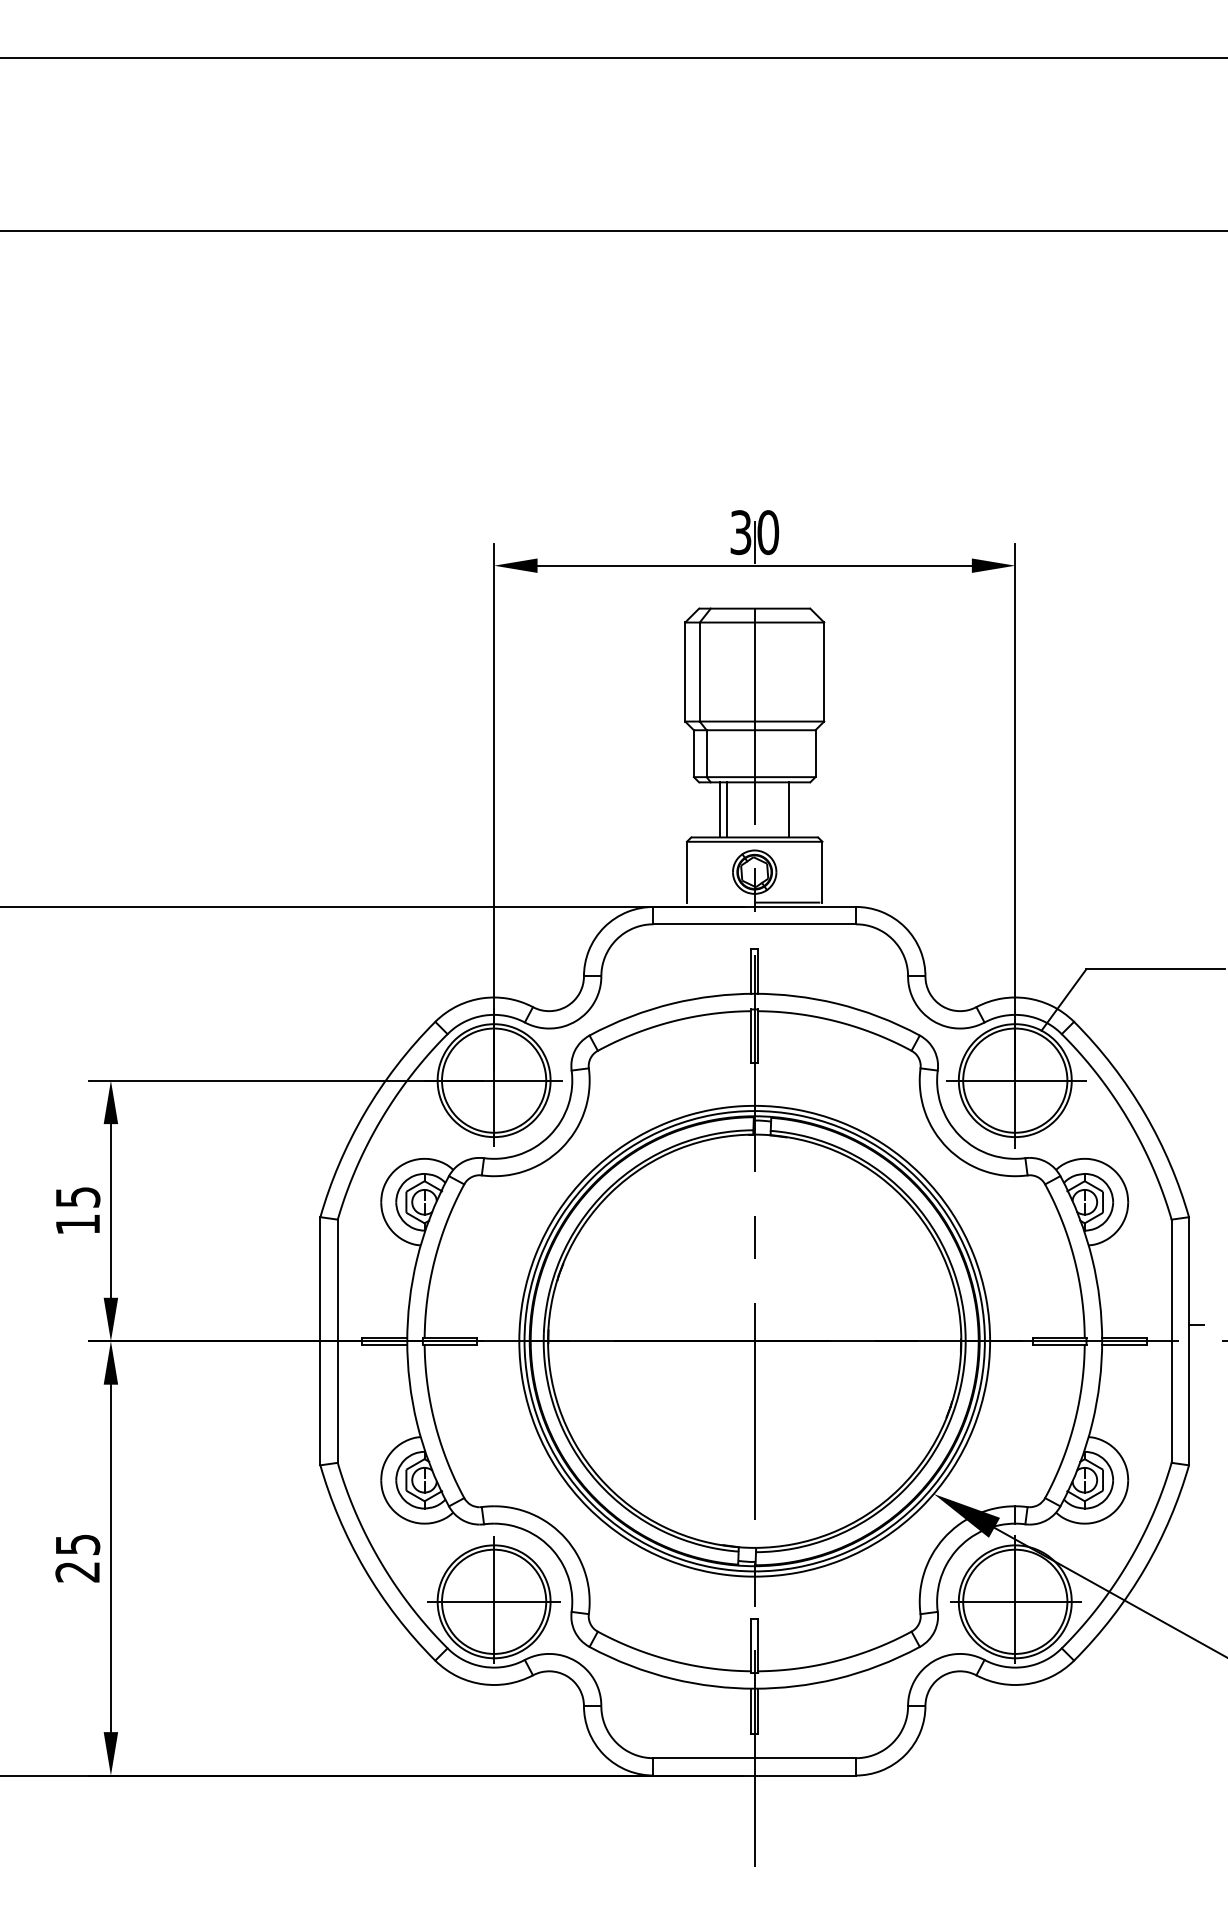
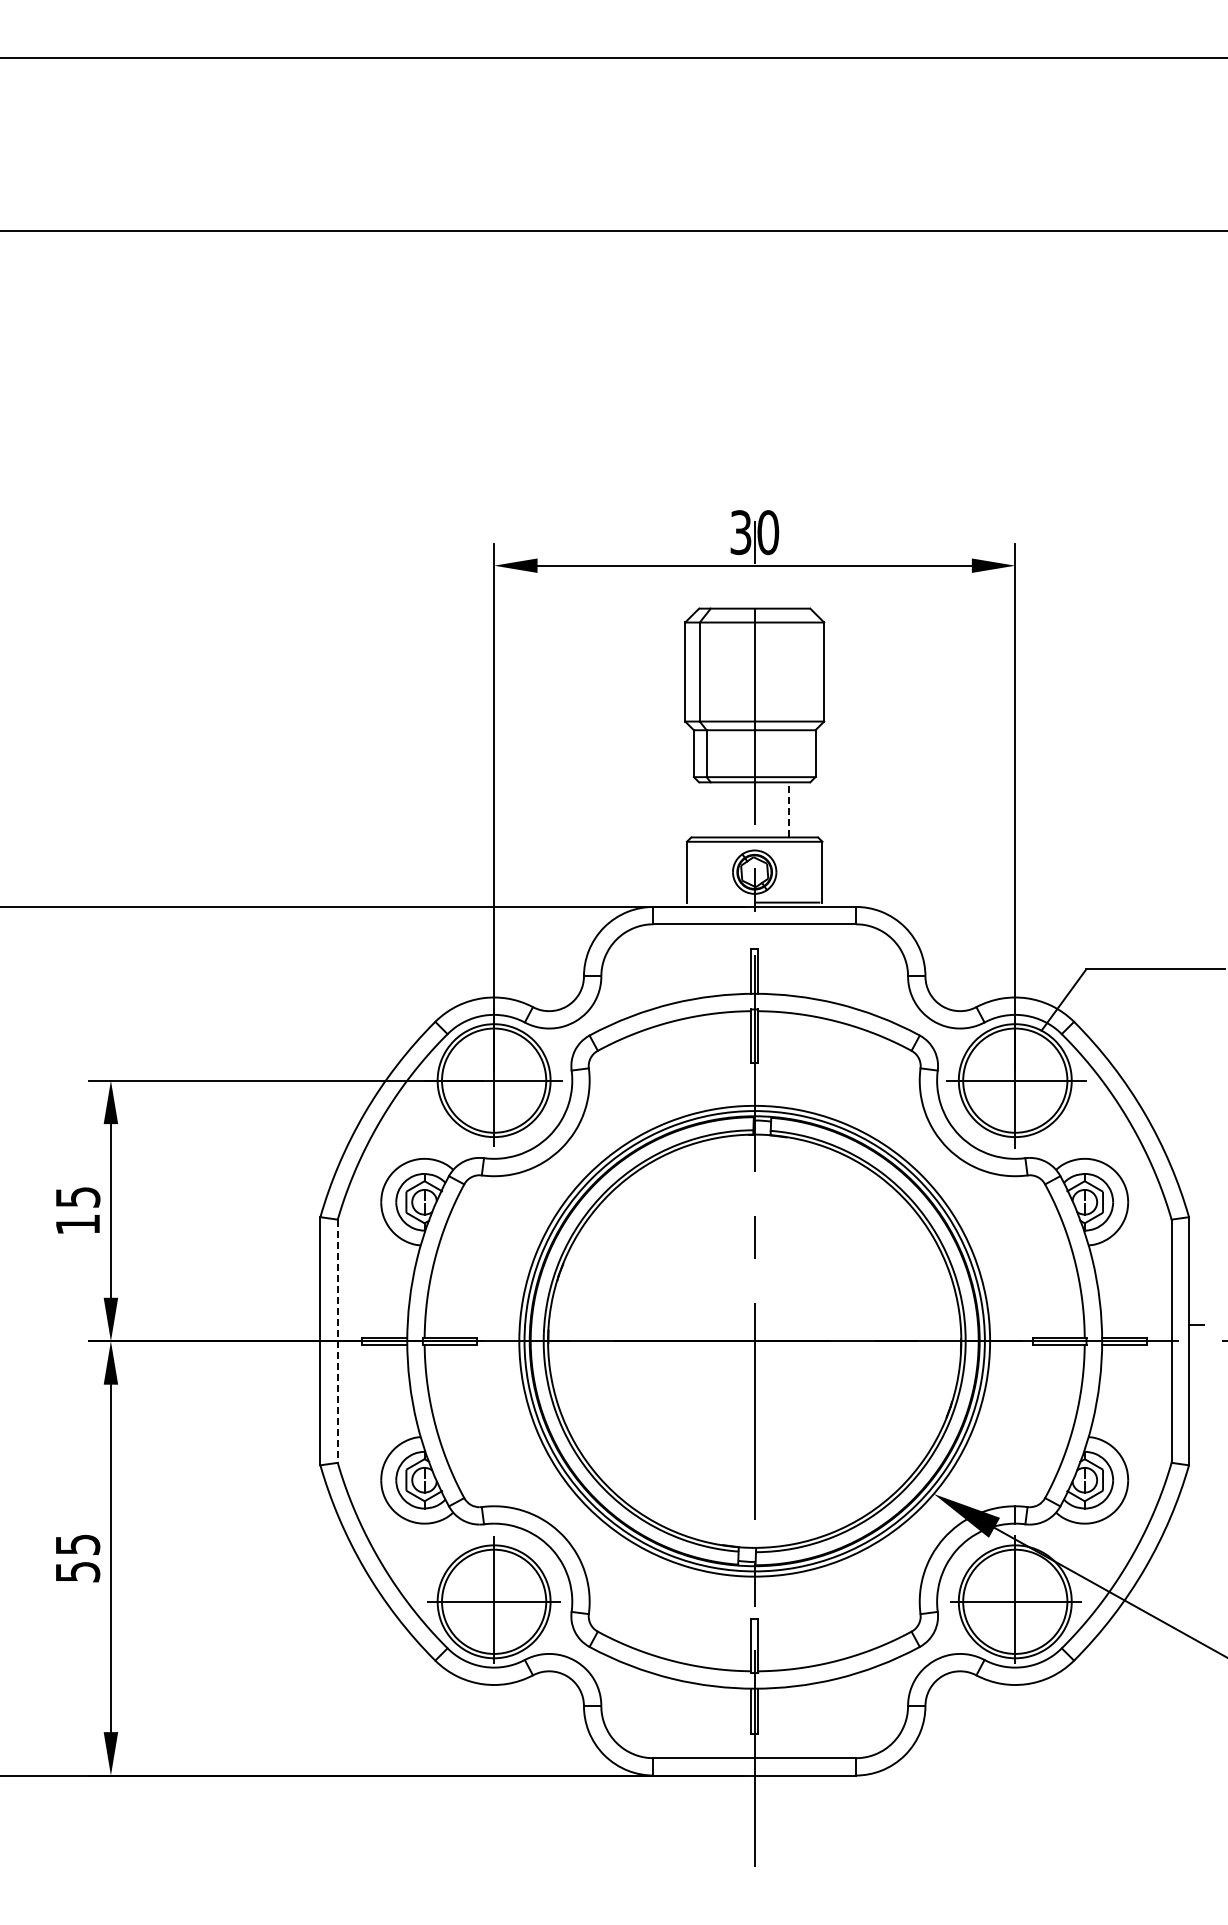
line at (719, 809): present -> none
line at (727, 809): present -> none
line at (789, 809): solid -> dashed
line at (337, 1341): solid -> dashed
text at (77, 1572): 25 -> 55
